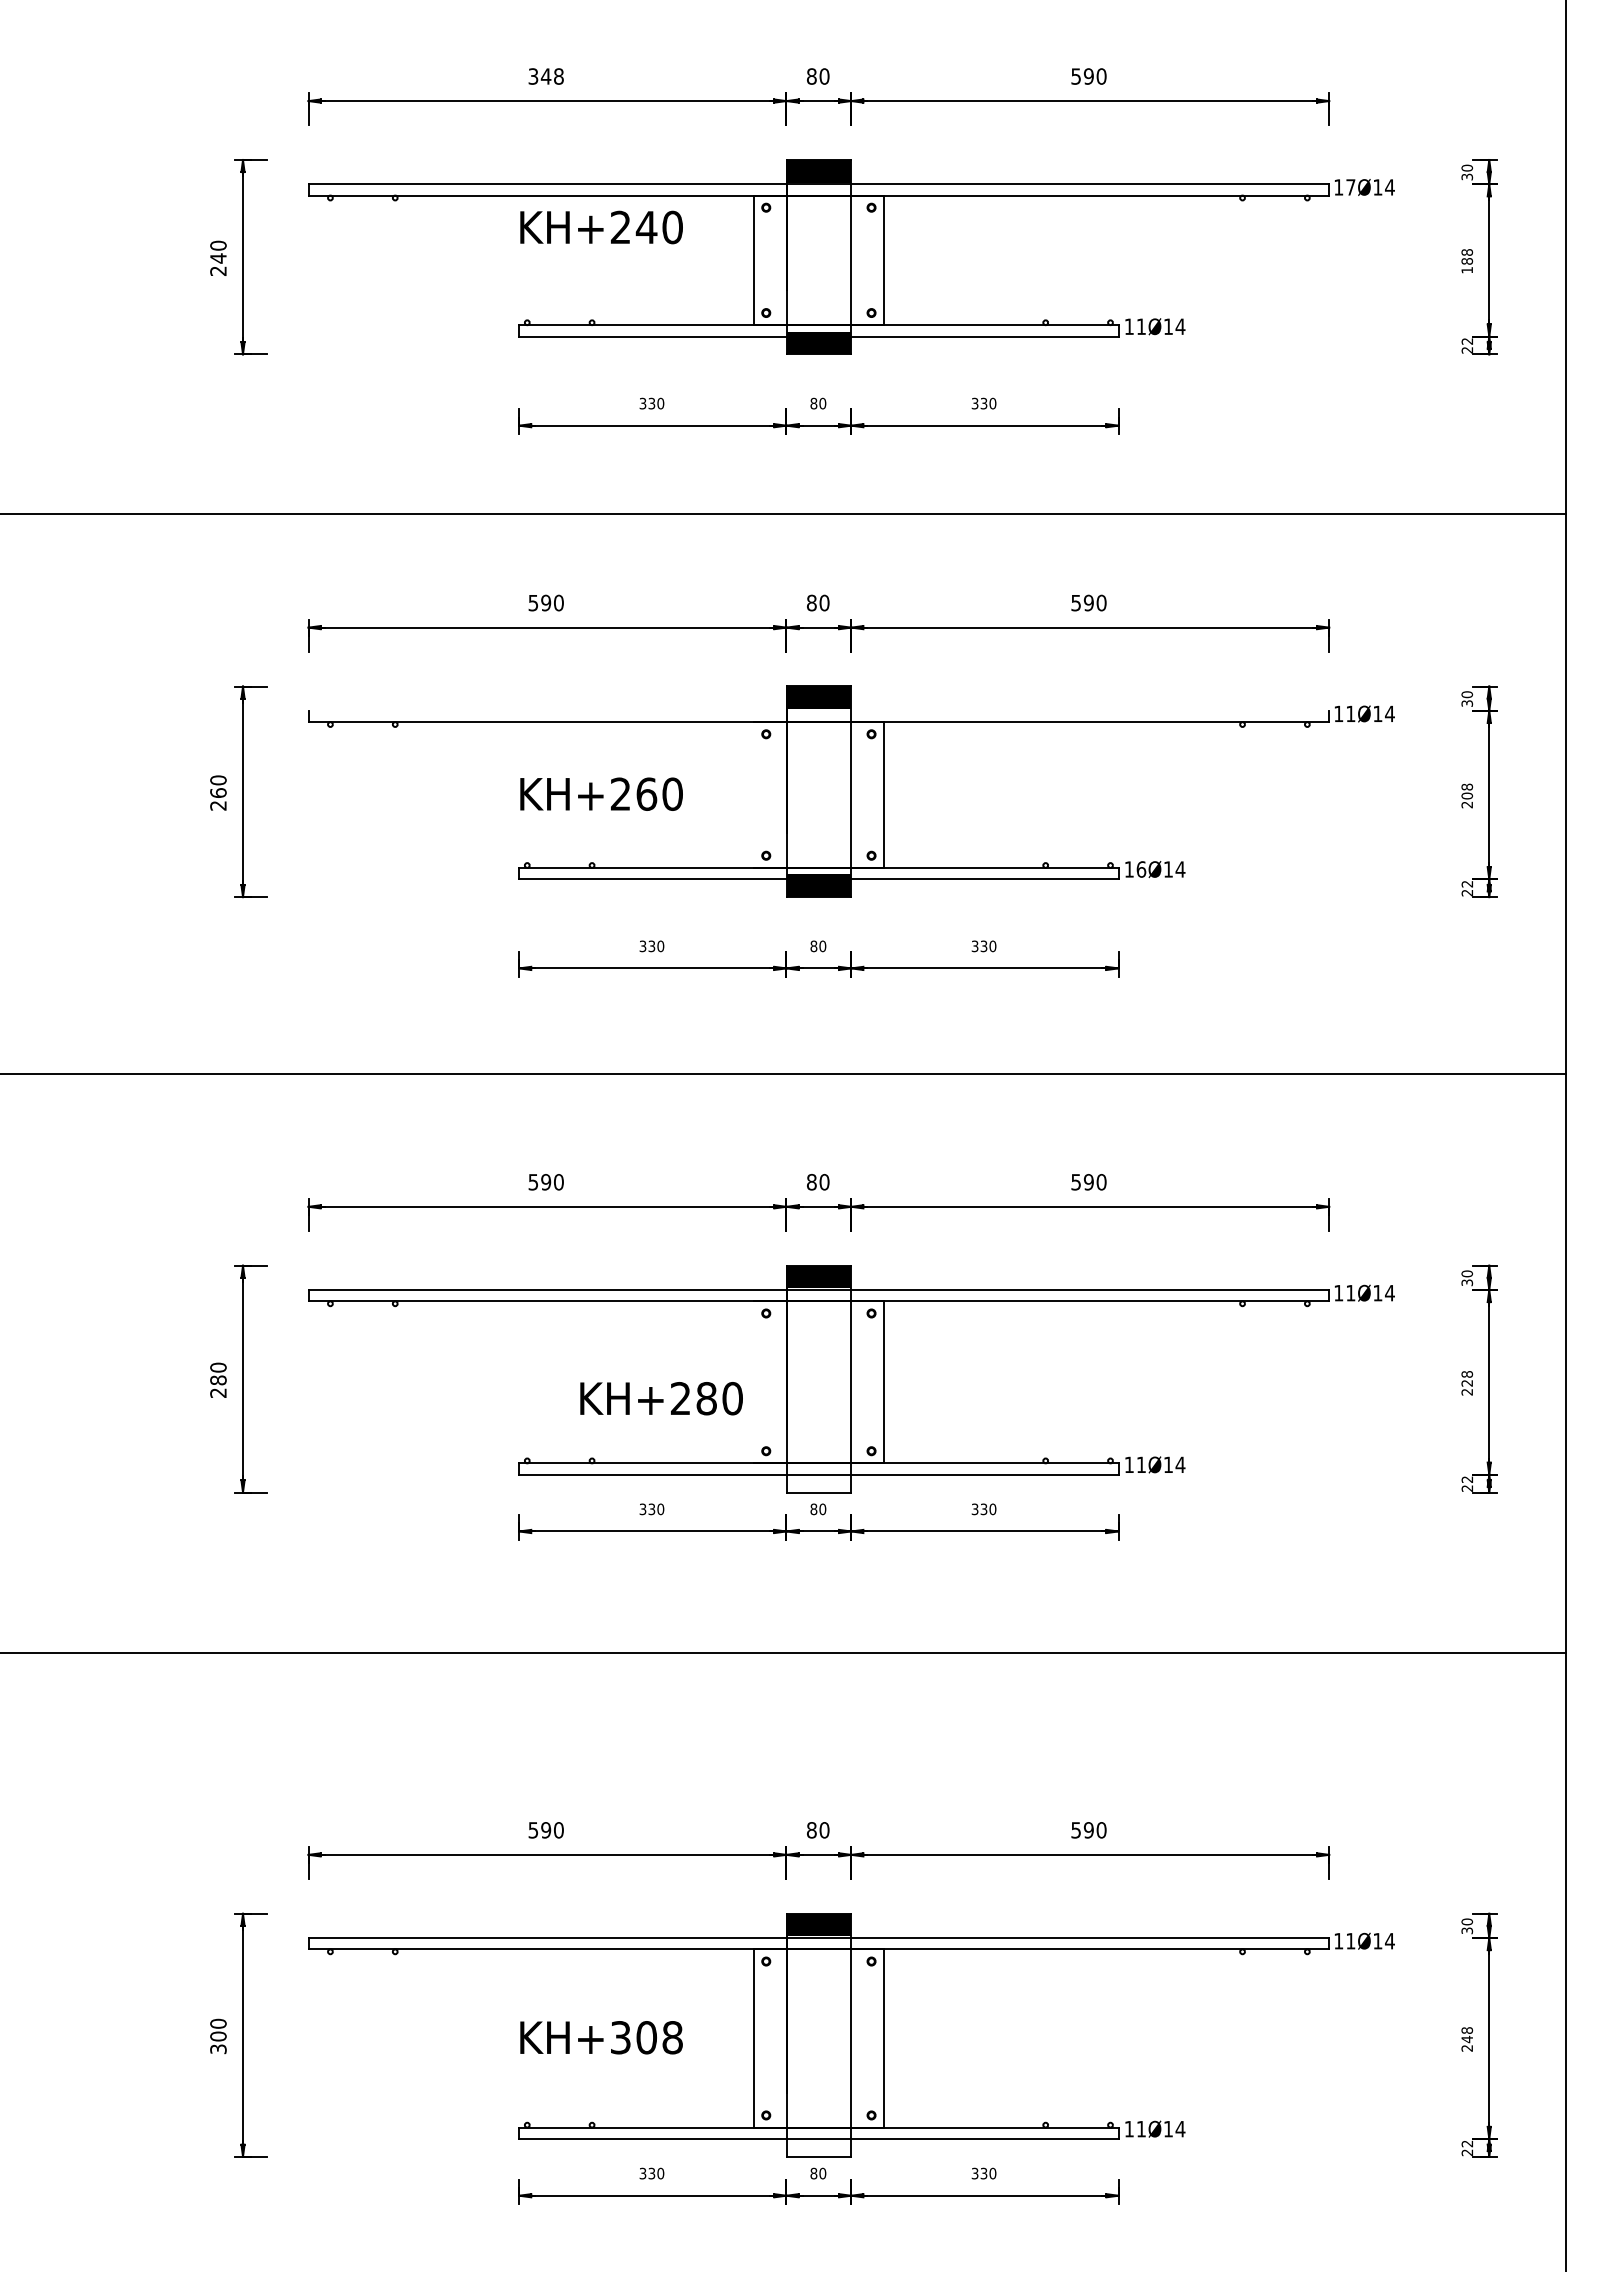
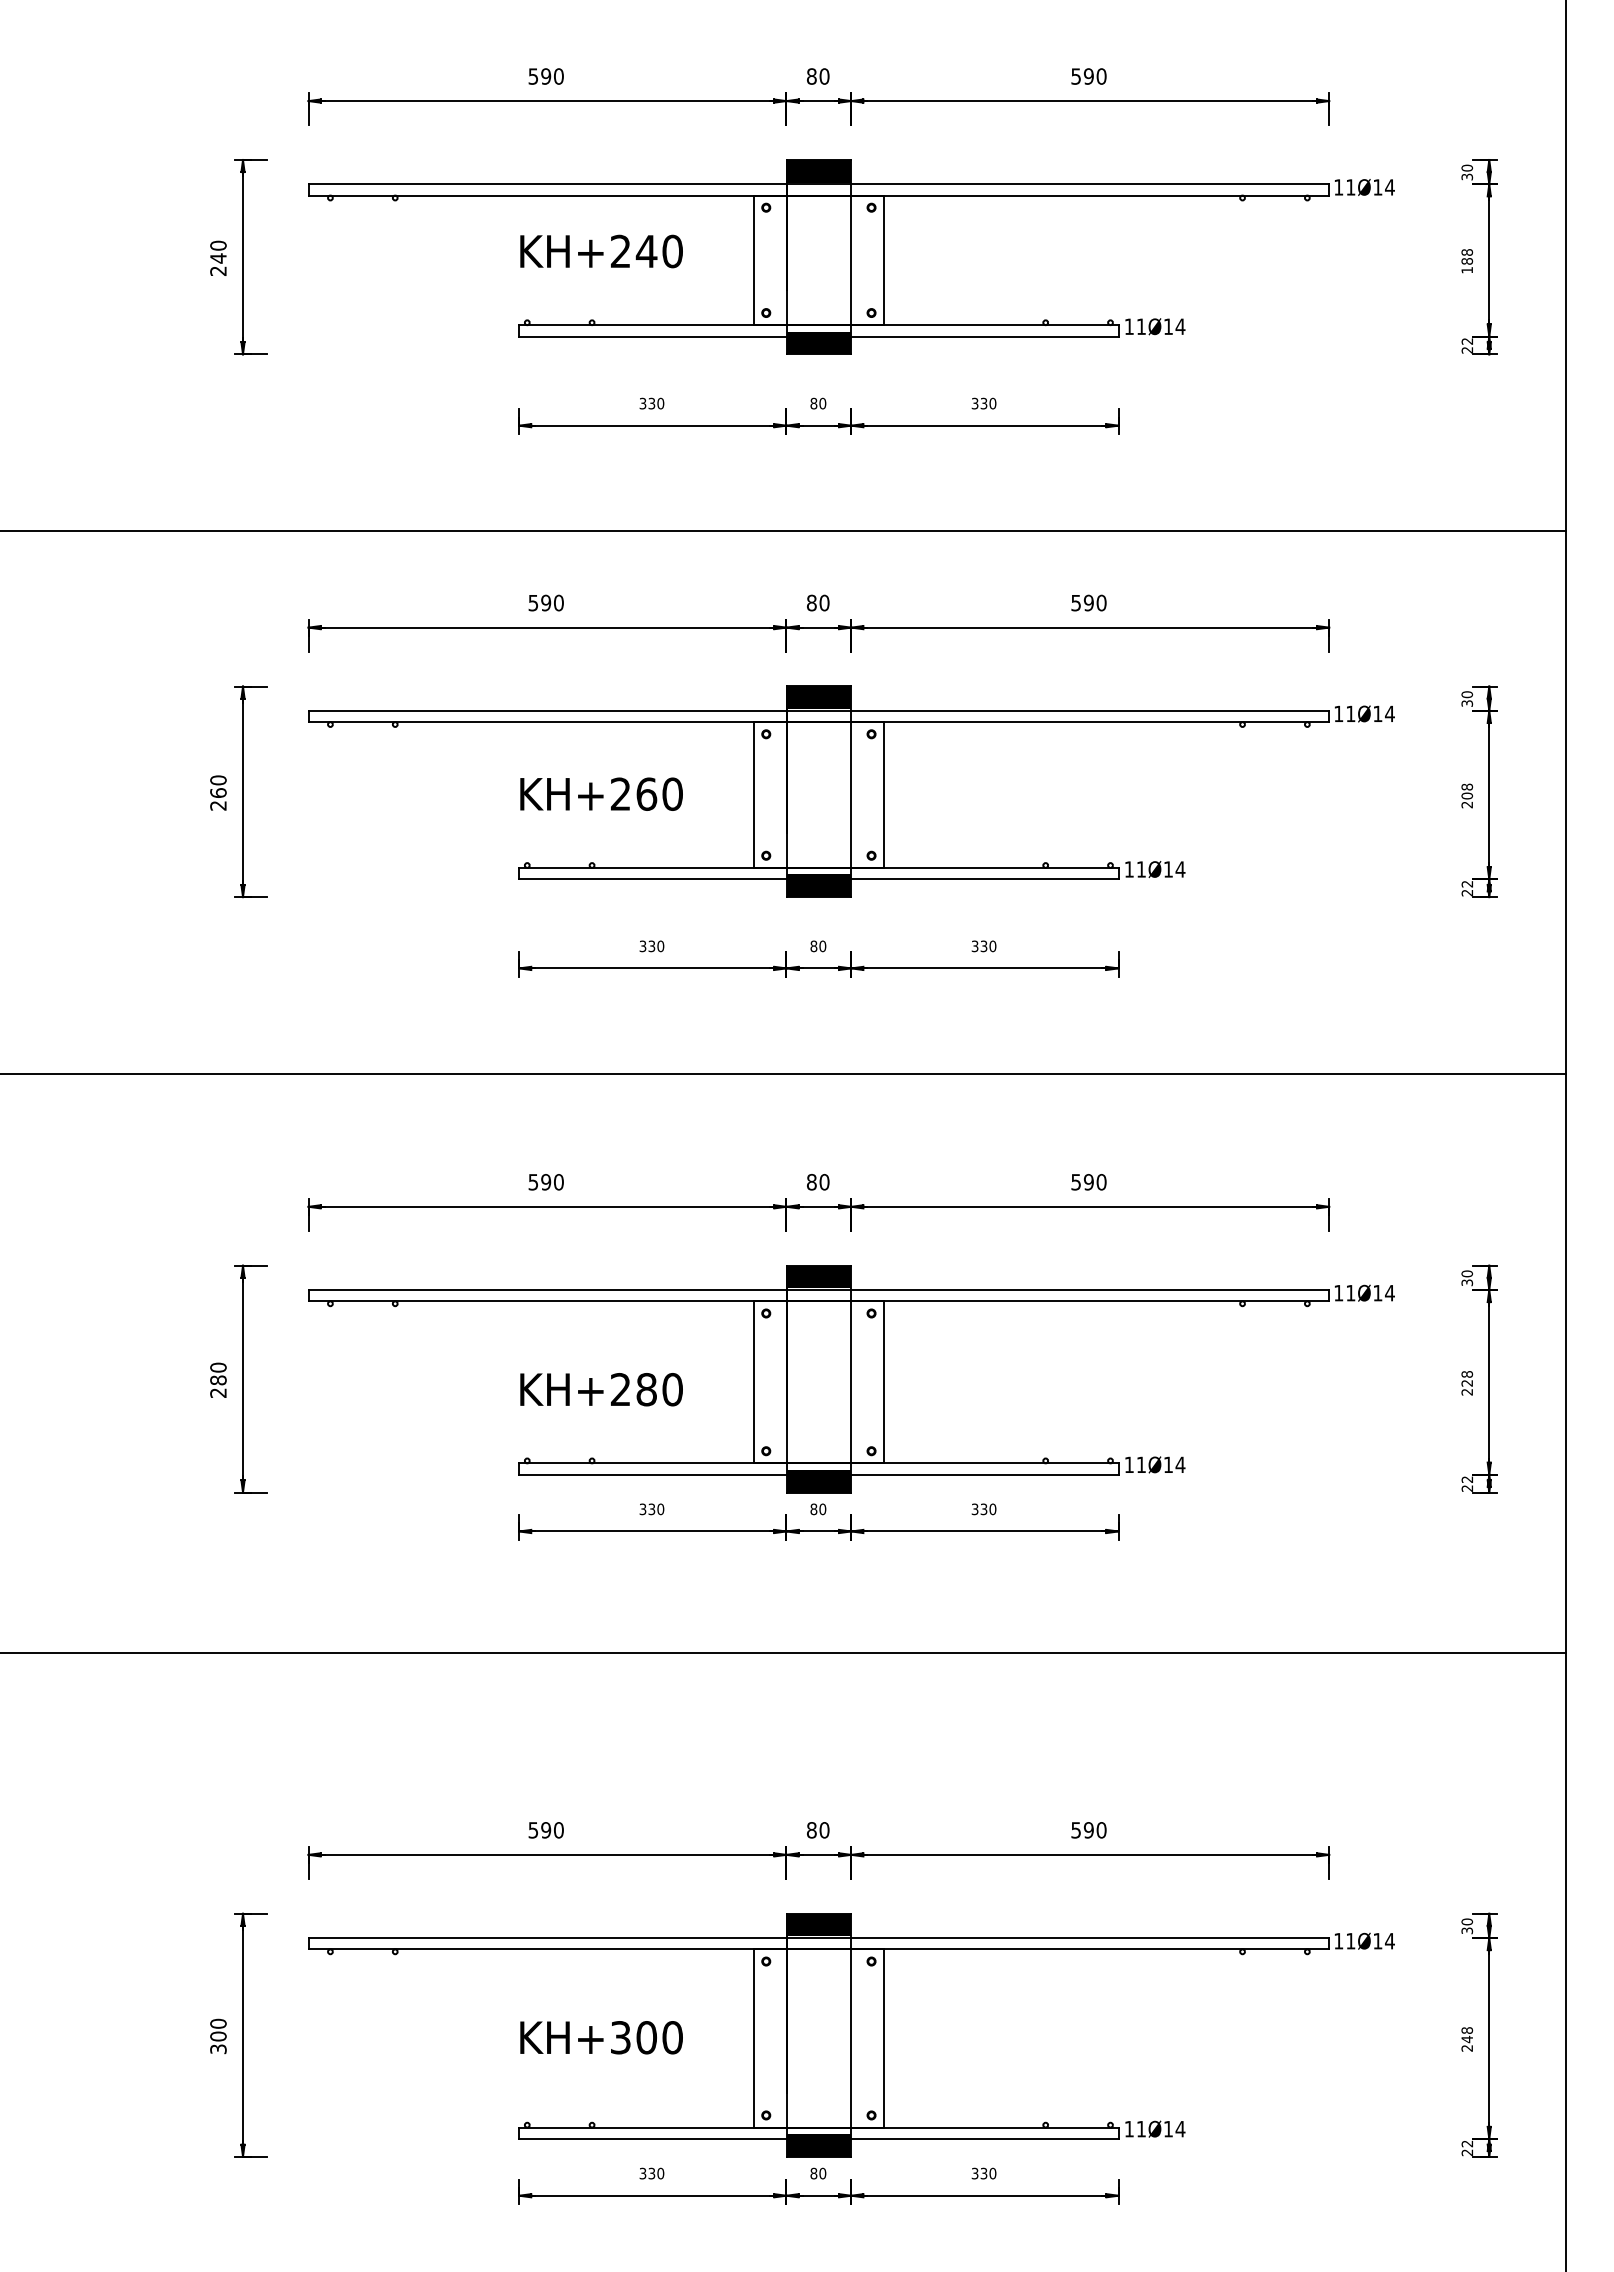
text at (546, 76): 348 -> 590
text at (1350, 187): 17Ø14 -> 11Ø14
text at (601, 227) position: (601, 227) -> (601, 251)
line at (783, 514) position: (783, 514) -> (783, 531)
line at (818, 710): none -> present
line at (754, 794): none -> present
text at (1141, 869): 16Ø14 -> 11Ø14
line at (754, 1382): none -> present
text at (661, 1398) position: (661, 1398) -> (601, 1389)
fill at (818, 1480): none -> present
text at (672, 2037): KH+308 -> KH+300
fill at (818, 2145): none -> present
